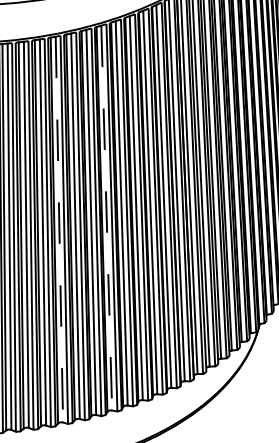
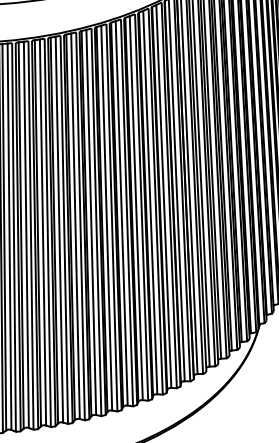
line at (106, 218): dashed -> solid
line at (59, 229): dashed -> solid
